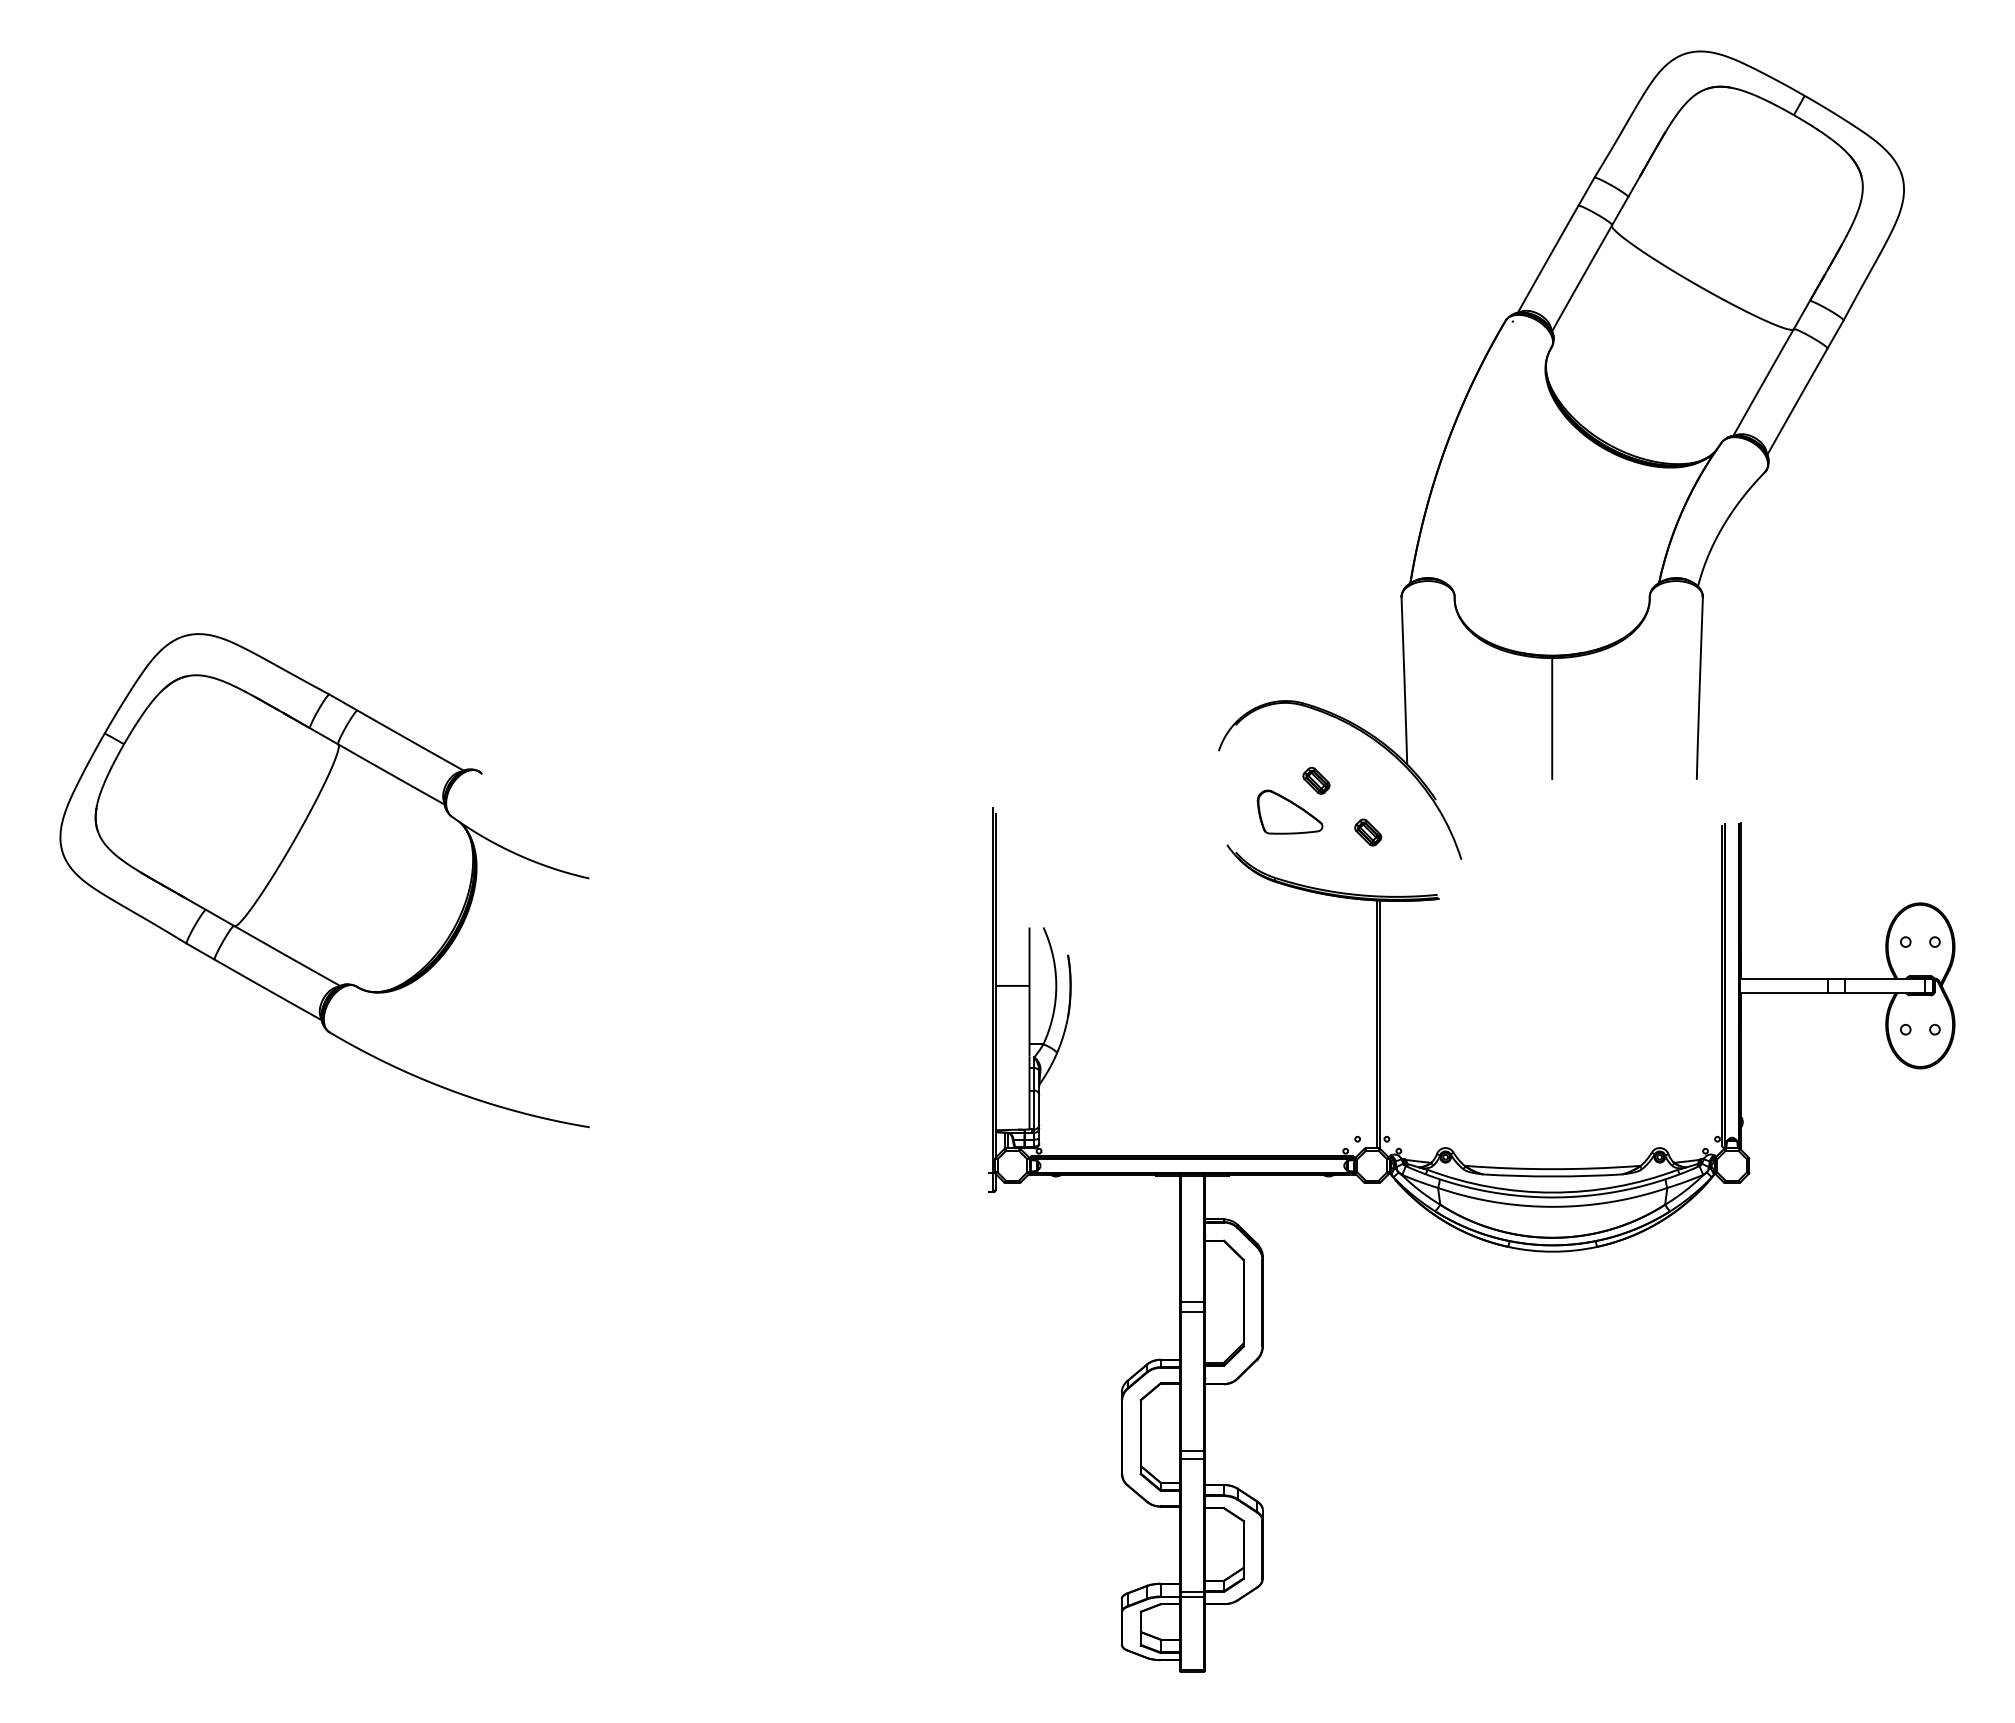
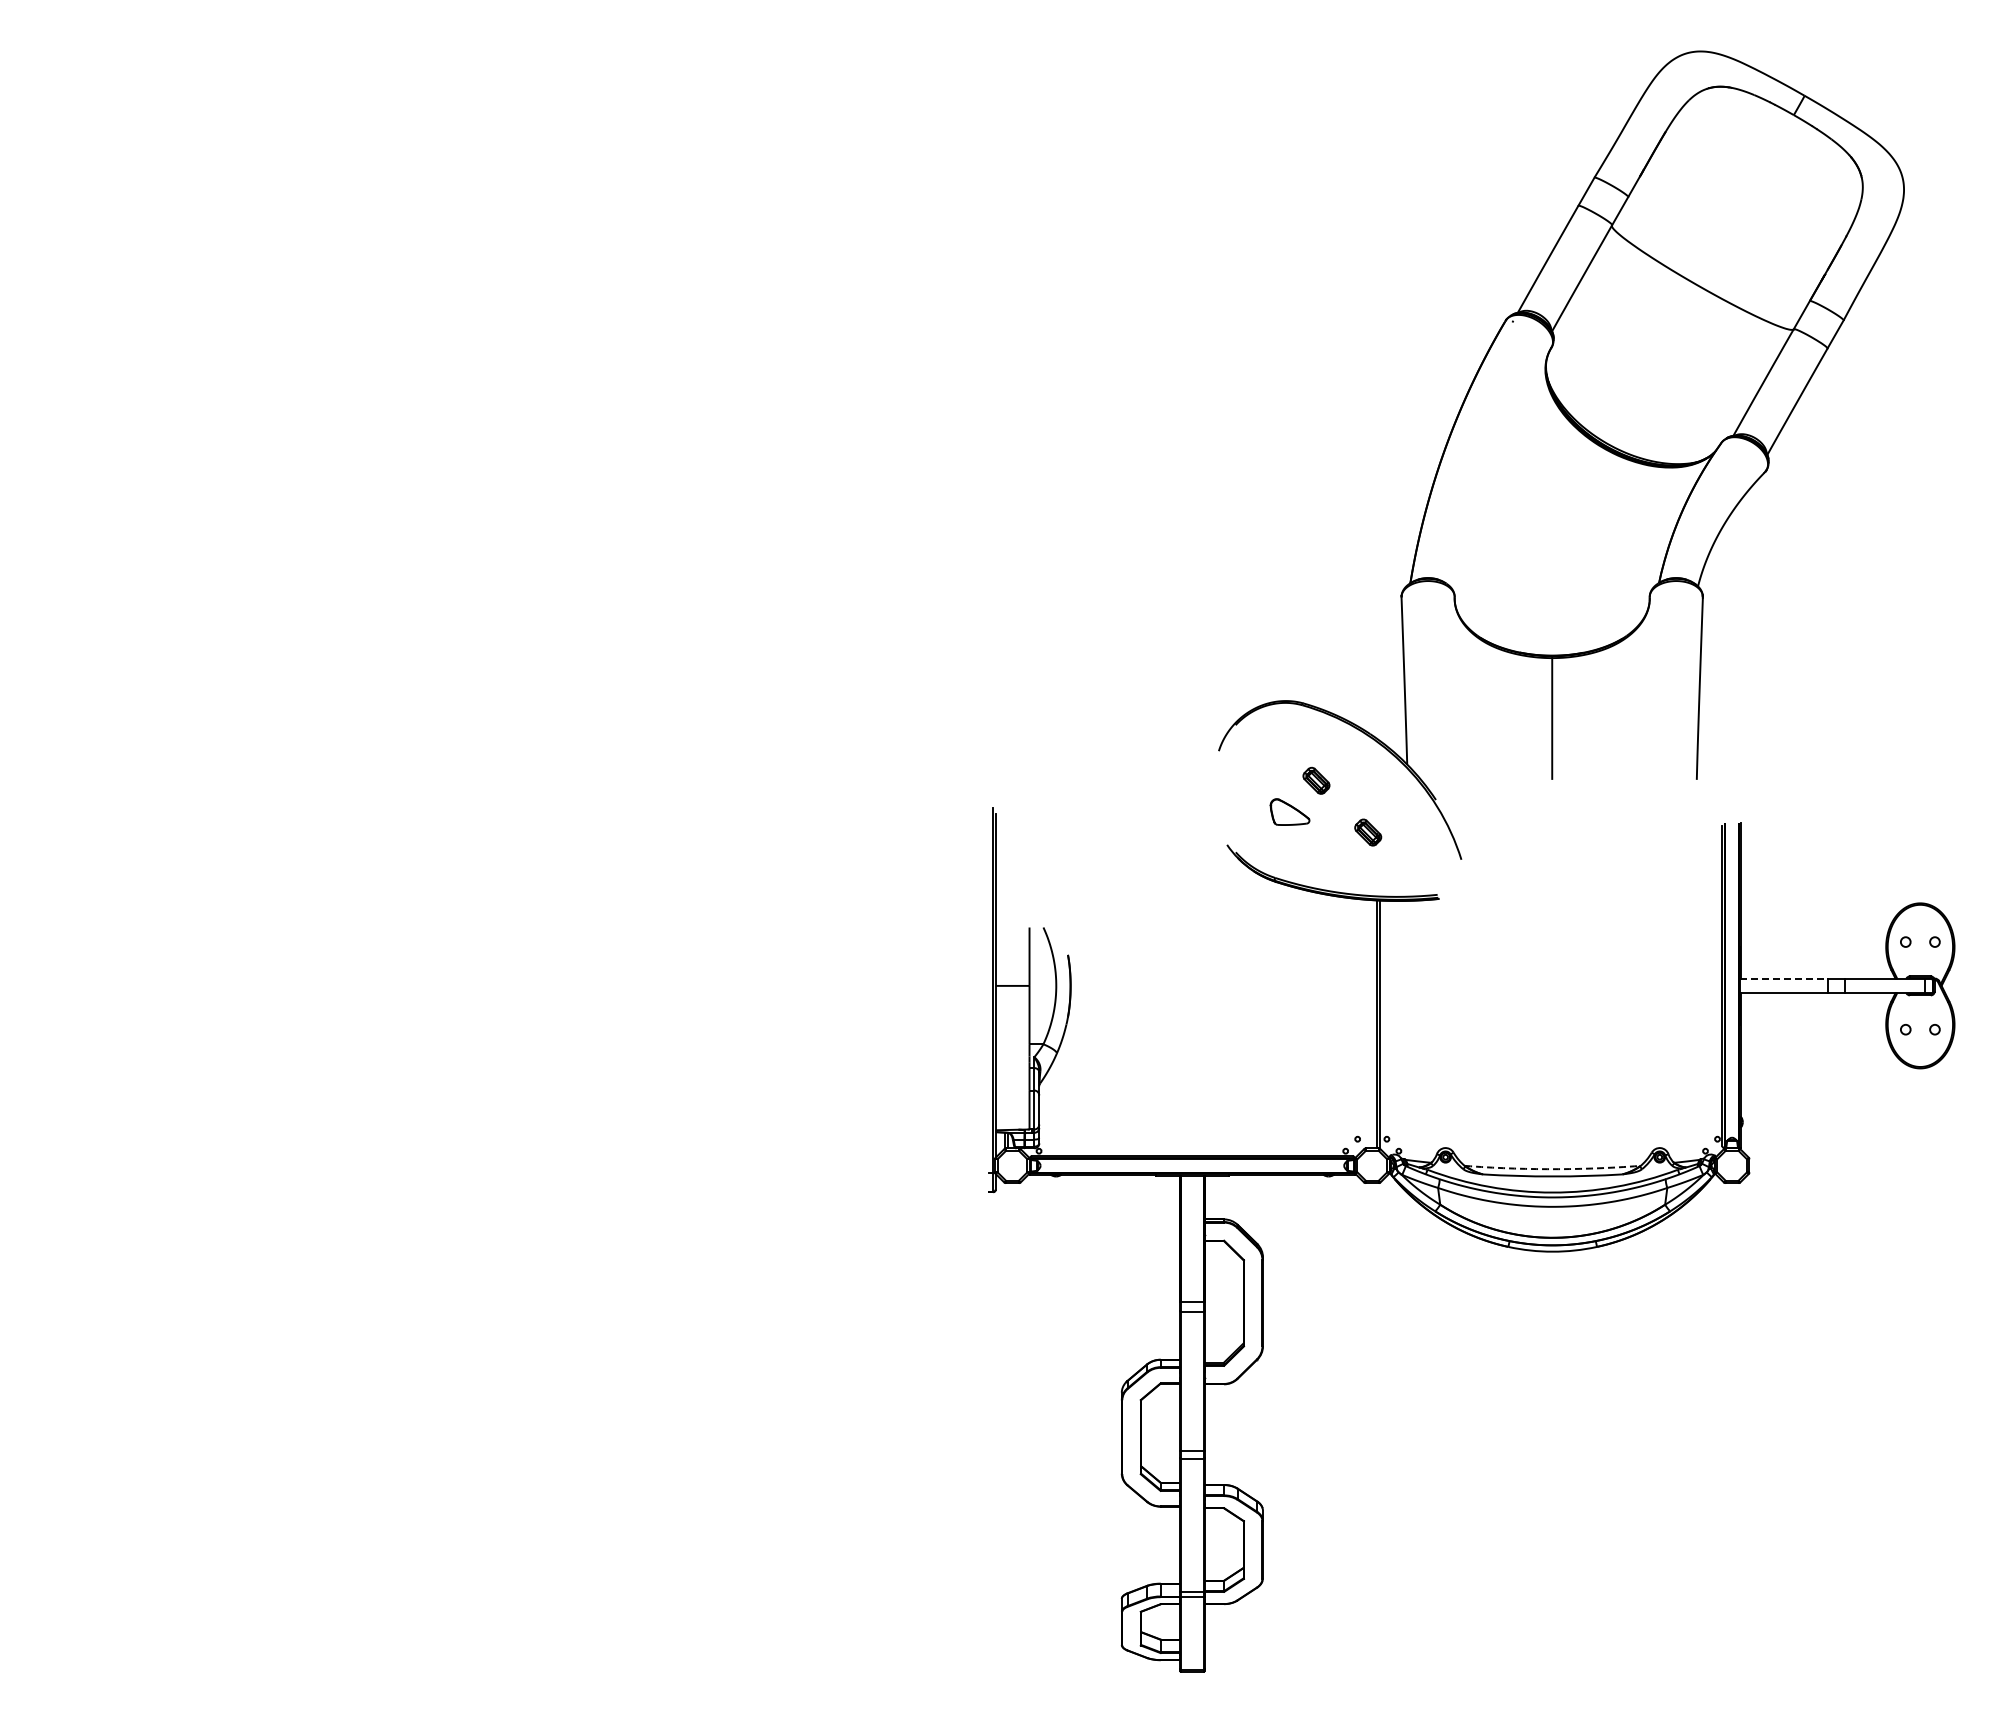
part at (1289, 811) size: 68x46 px -> 42x28 px
part at (324, 880): present -> none
line at (1784, 978): solid -> dashed
arc at (1552, 1169): solid -> dashed
